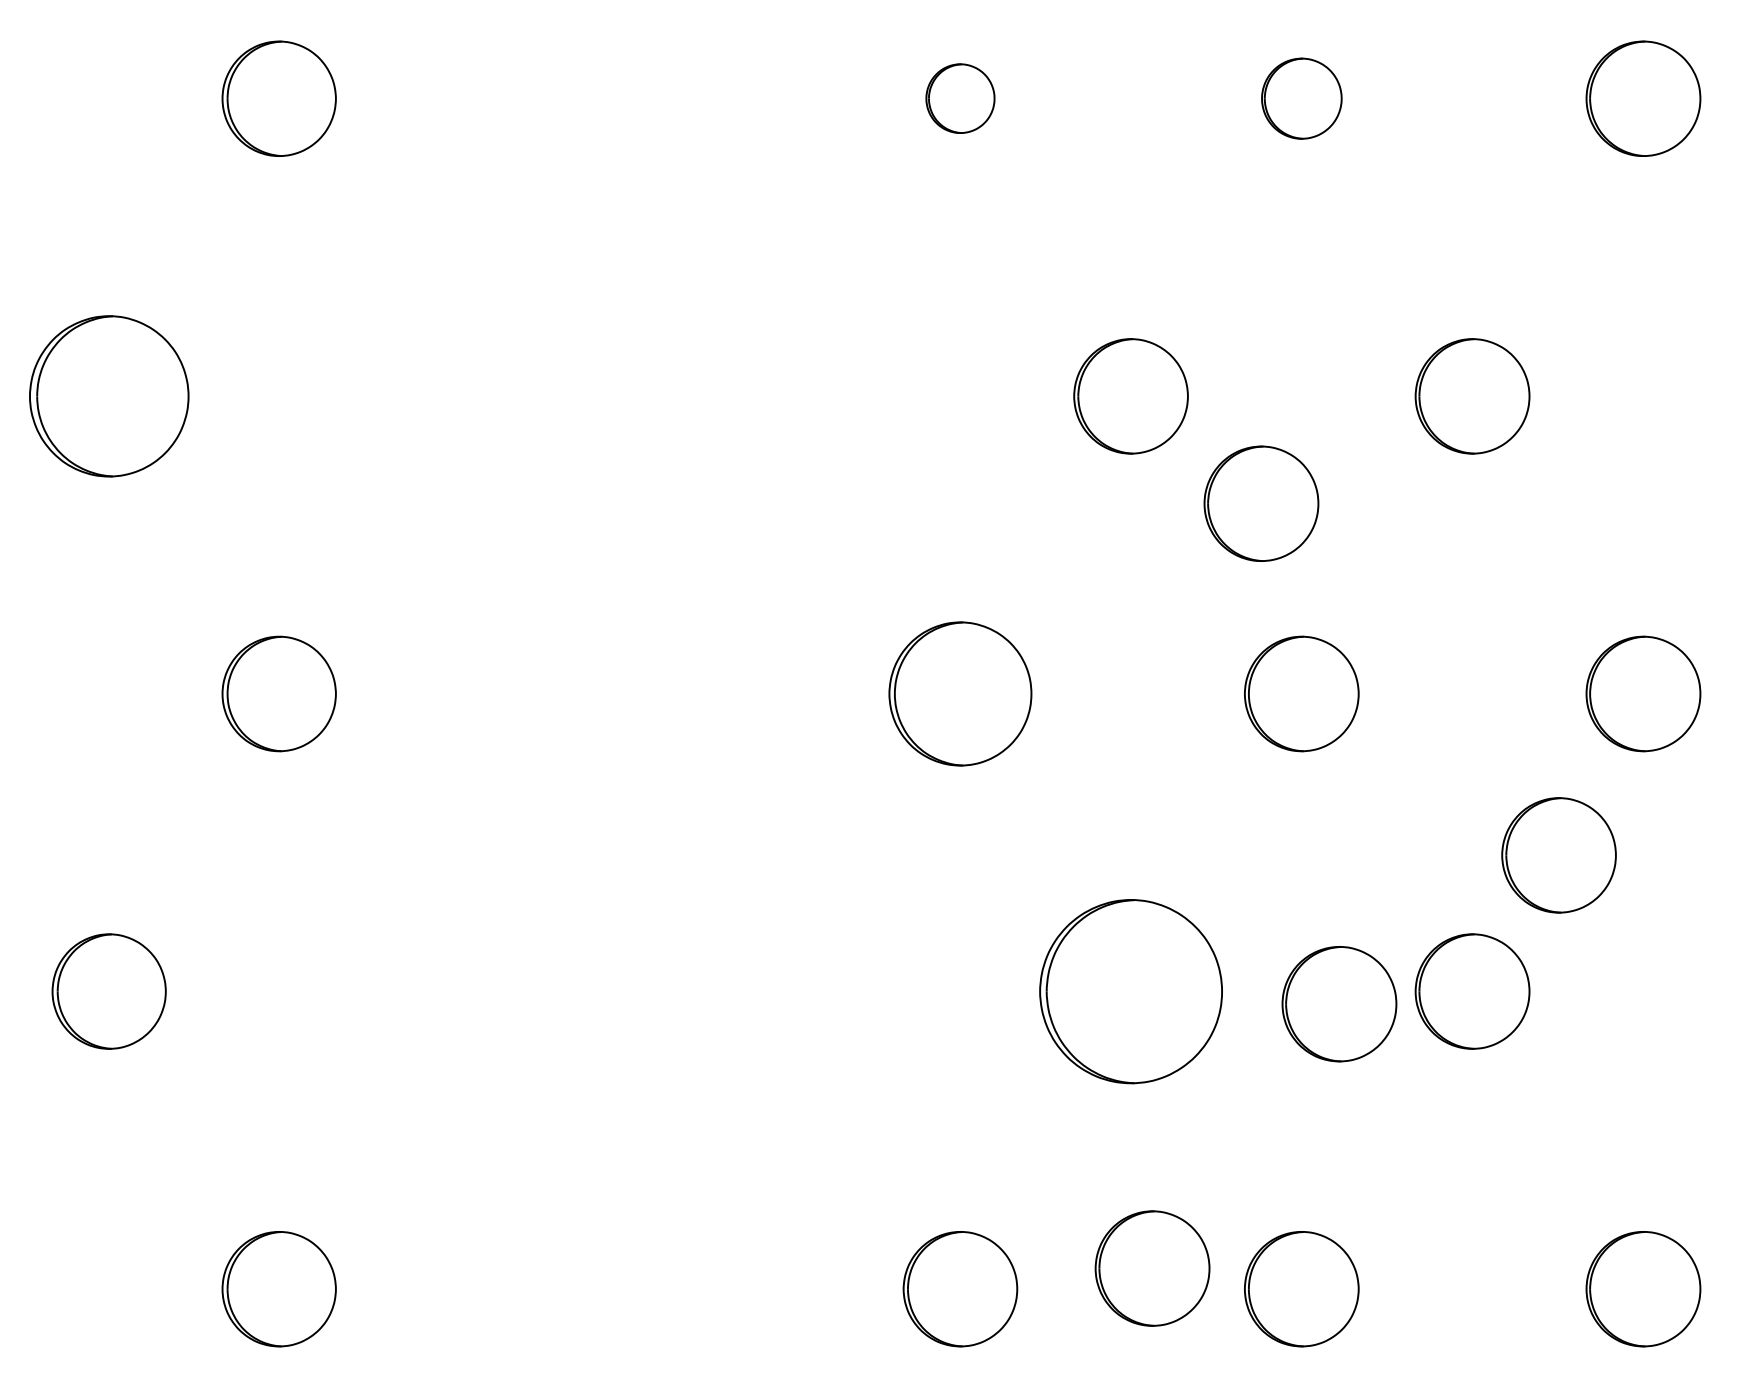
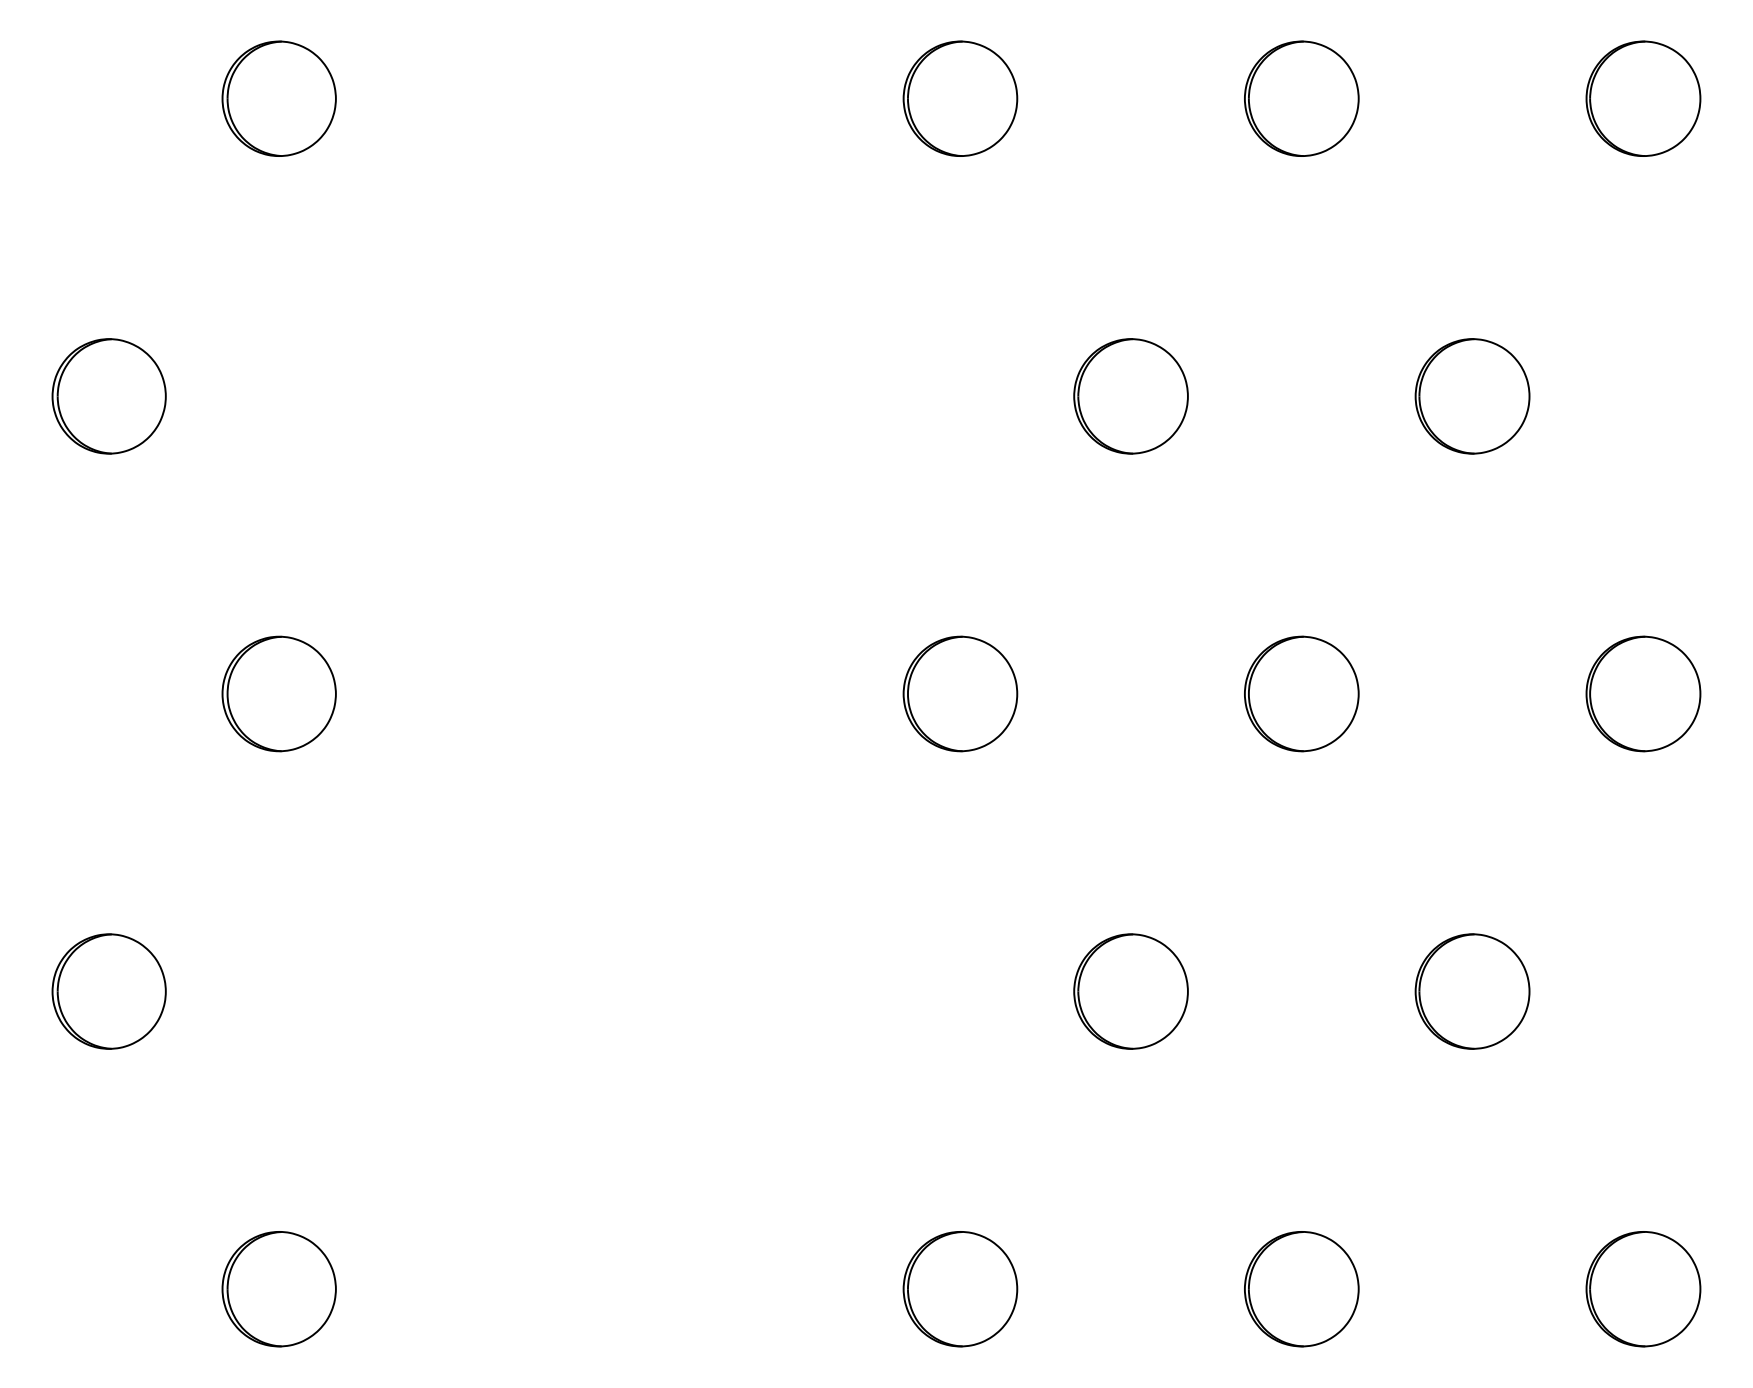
part at (960, 98) size: 71x71 px -> 117x117 px
part at (1301, 98) size: 82x83 px -> 116x117 px
part at (109, 396) size: 161x163 px -> 116x117 px
part at (1261, 503): present -> none
part at (960, 693) size: 145x146 px -> 117x118 px
part at (1558, 855): present -> none
part at (1130, 991) size: 184x186 px -> 116x117 px
part at (1339, 1004): present -> none
part at (1152, 1268): present -> none
